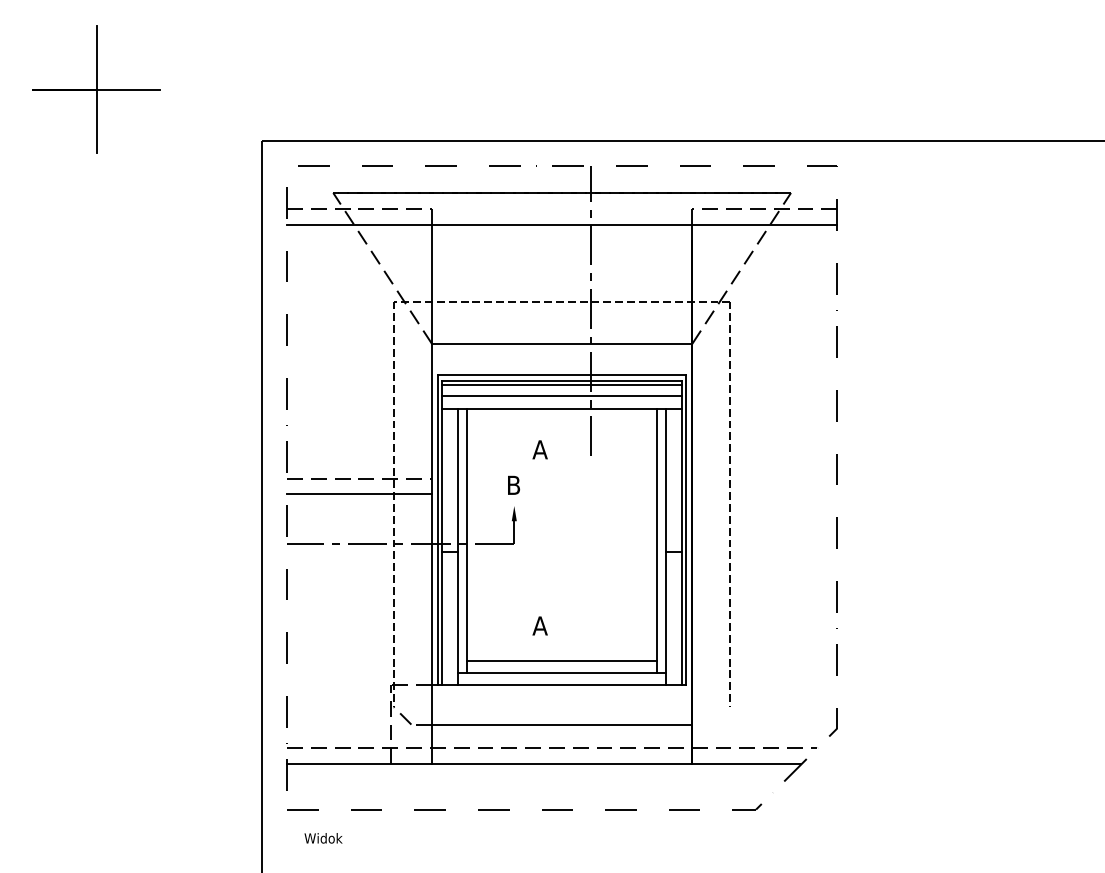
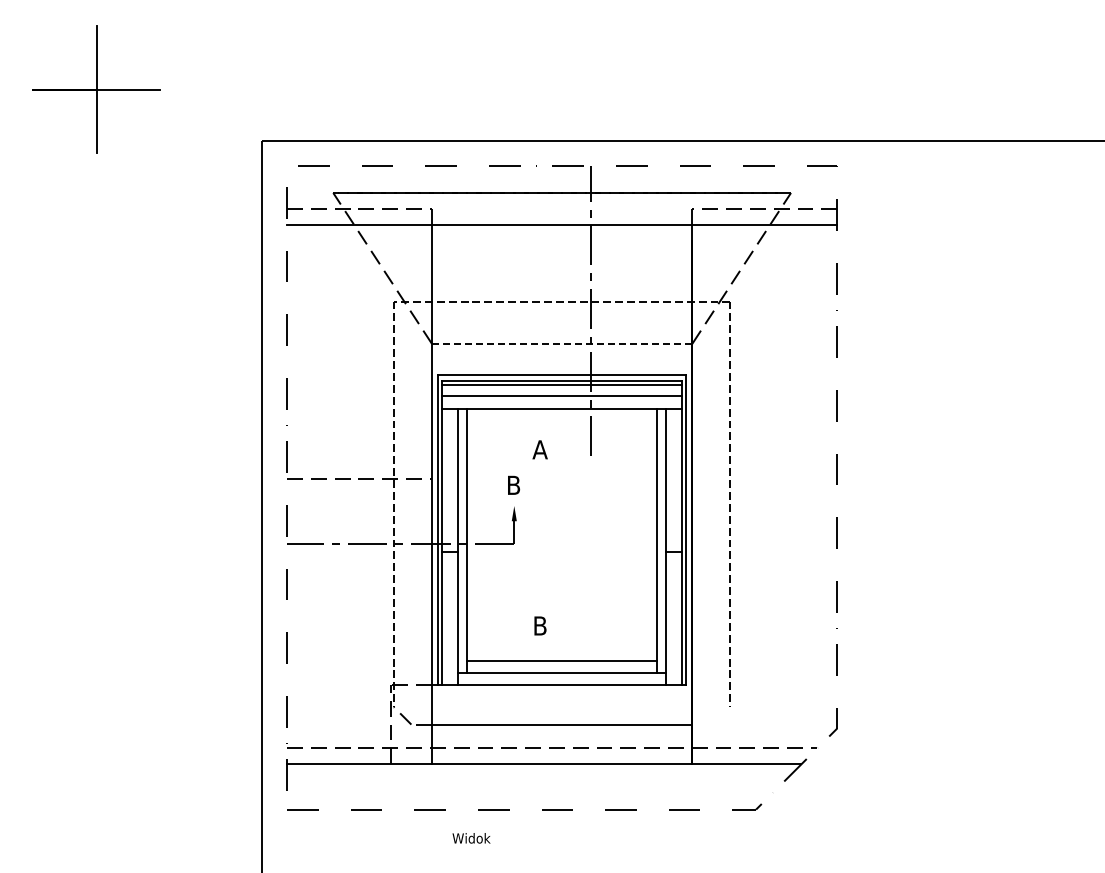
line at (561, 343): solid -> dashed
line at (359, 494): present -> none
text at (539, 625): A -> B
text at (323, 838) position: (323, 838) -> (471, 838)
